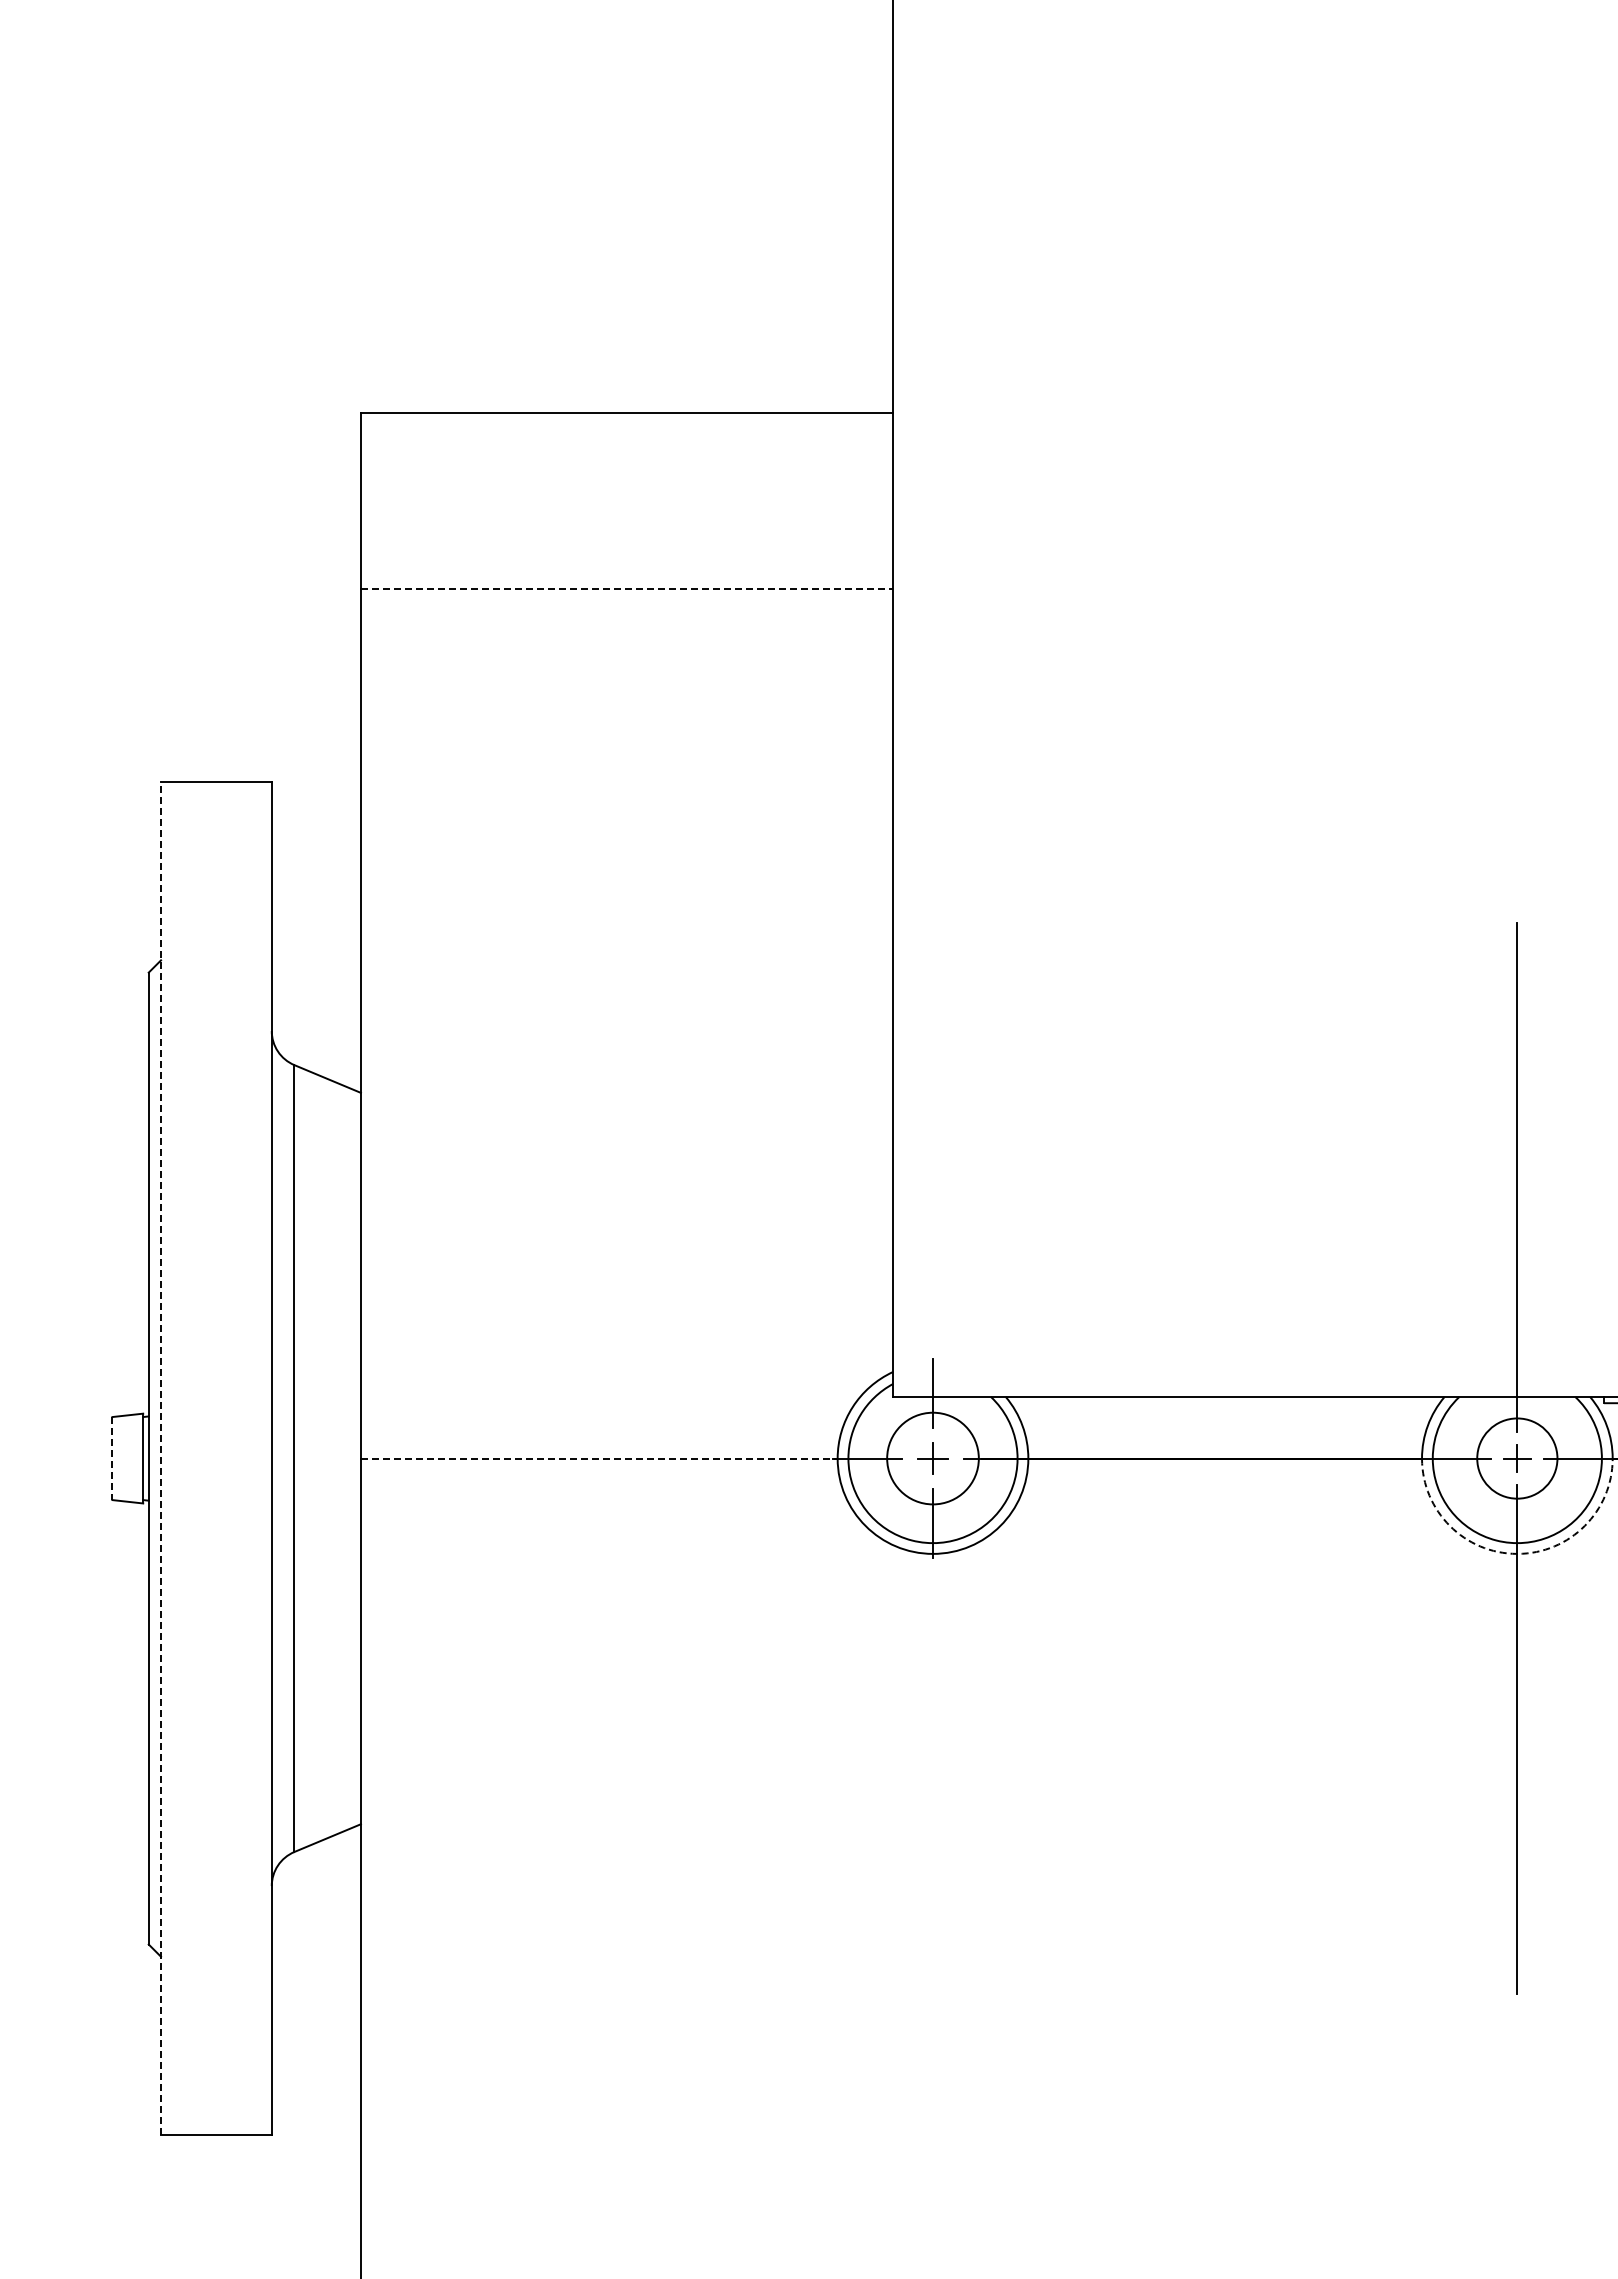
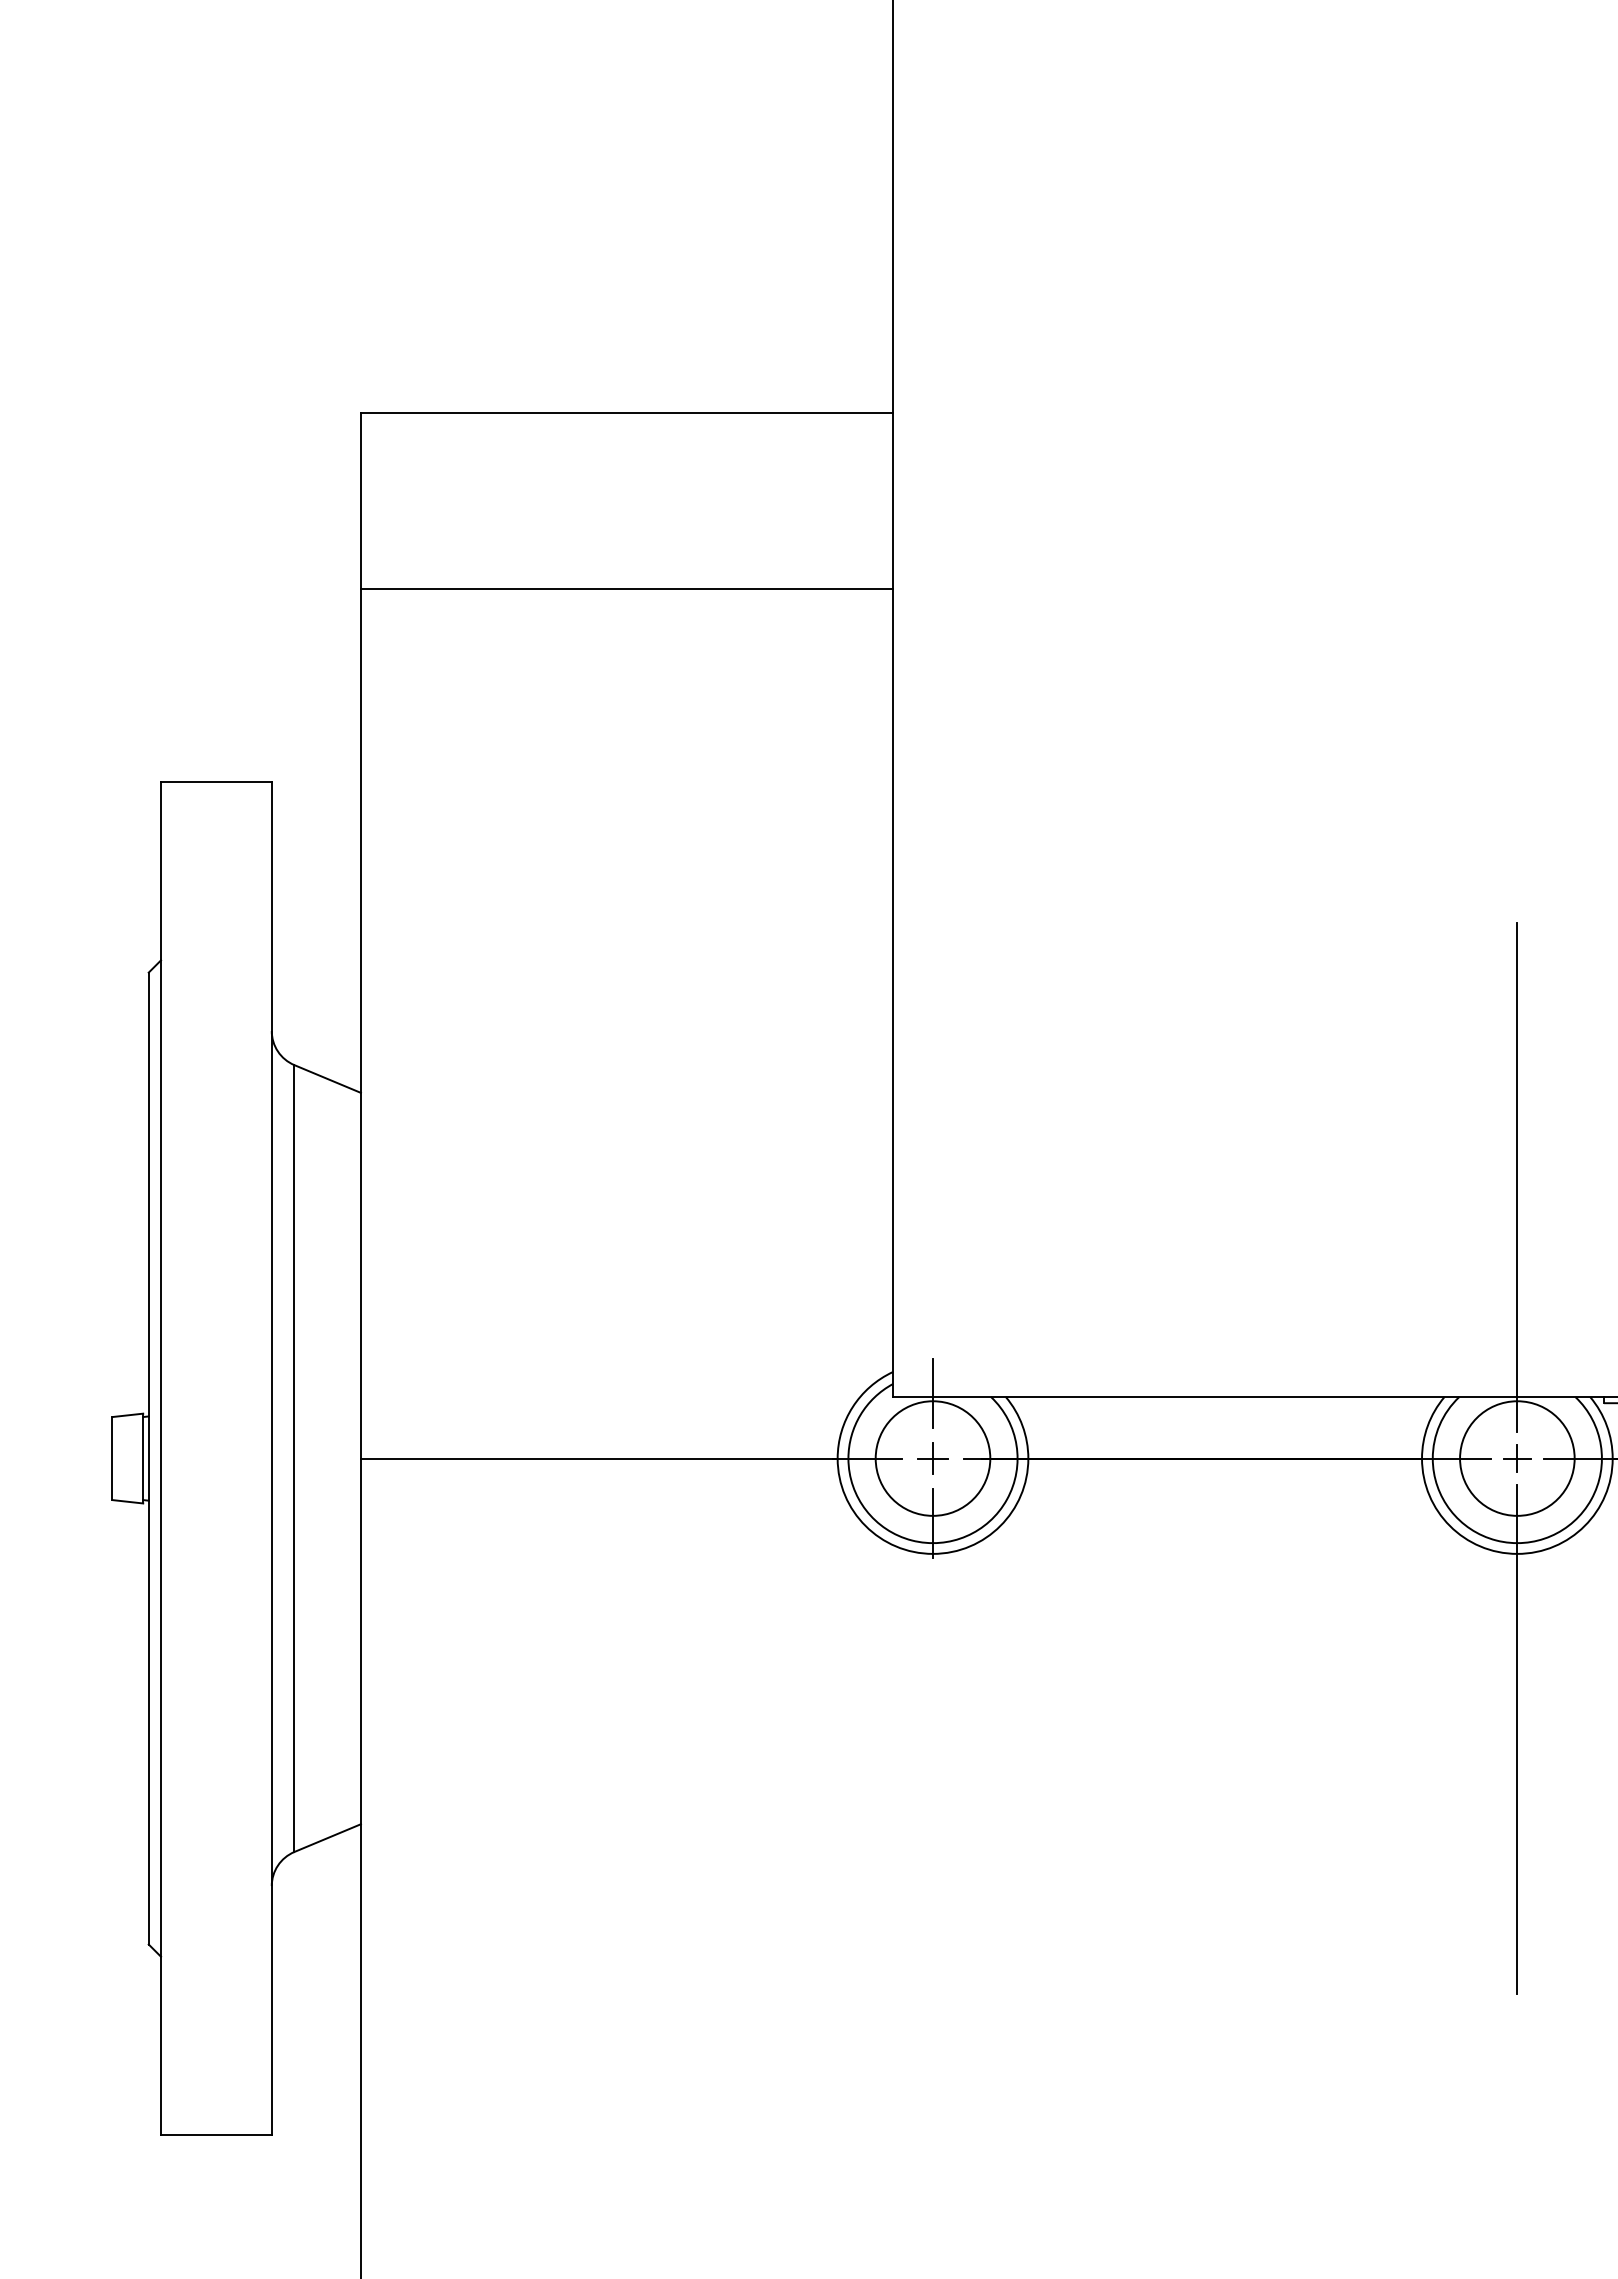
line at (627, 589): dashed -> solid
line at (112, 1458): dashed -> solid
line at (161, 1458): dashed -> solid
line at (599, 1458): dashed -> solid
circle at (932, 1458) diameter: 92 px -> 115 px
circle at (1517, 1458) diameter: 80 px -> 115 px
arc at (1517, 1553): dashed -> solid
